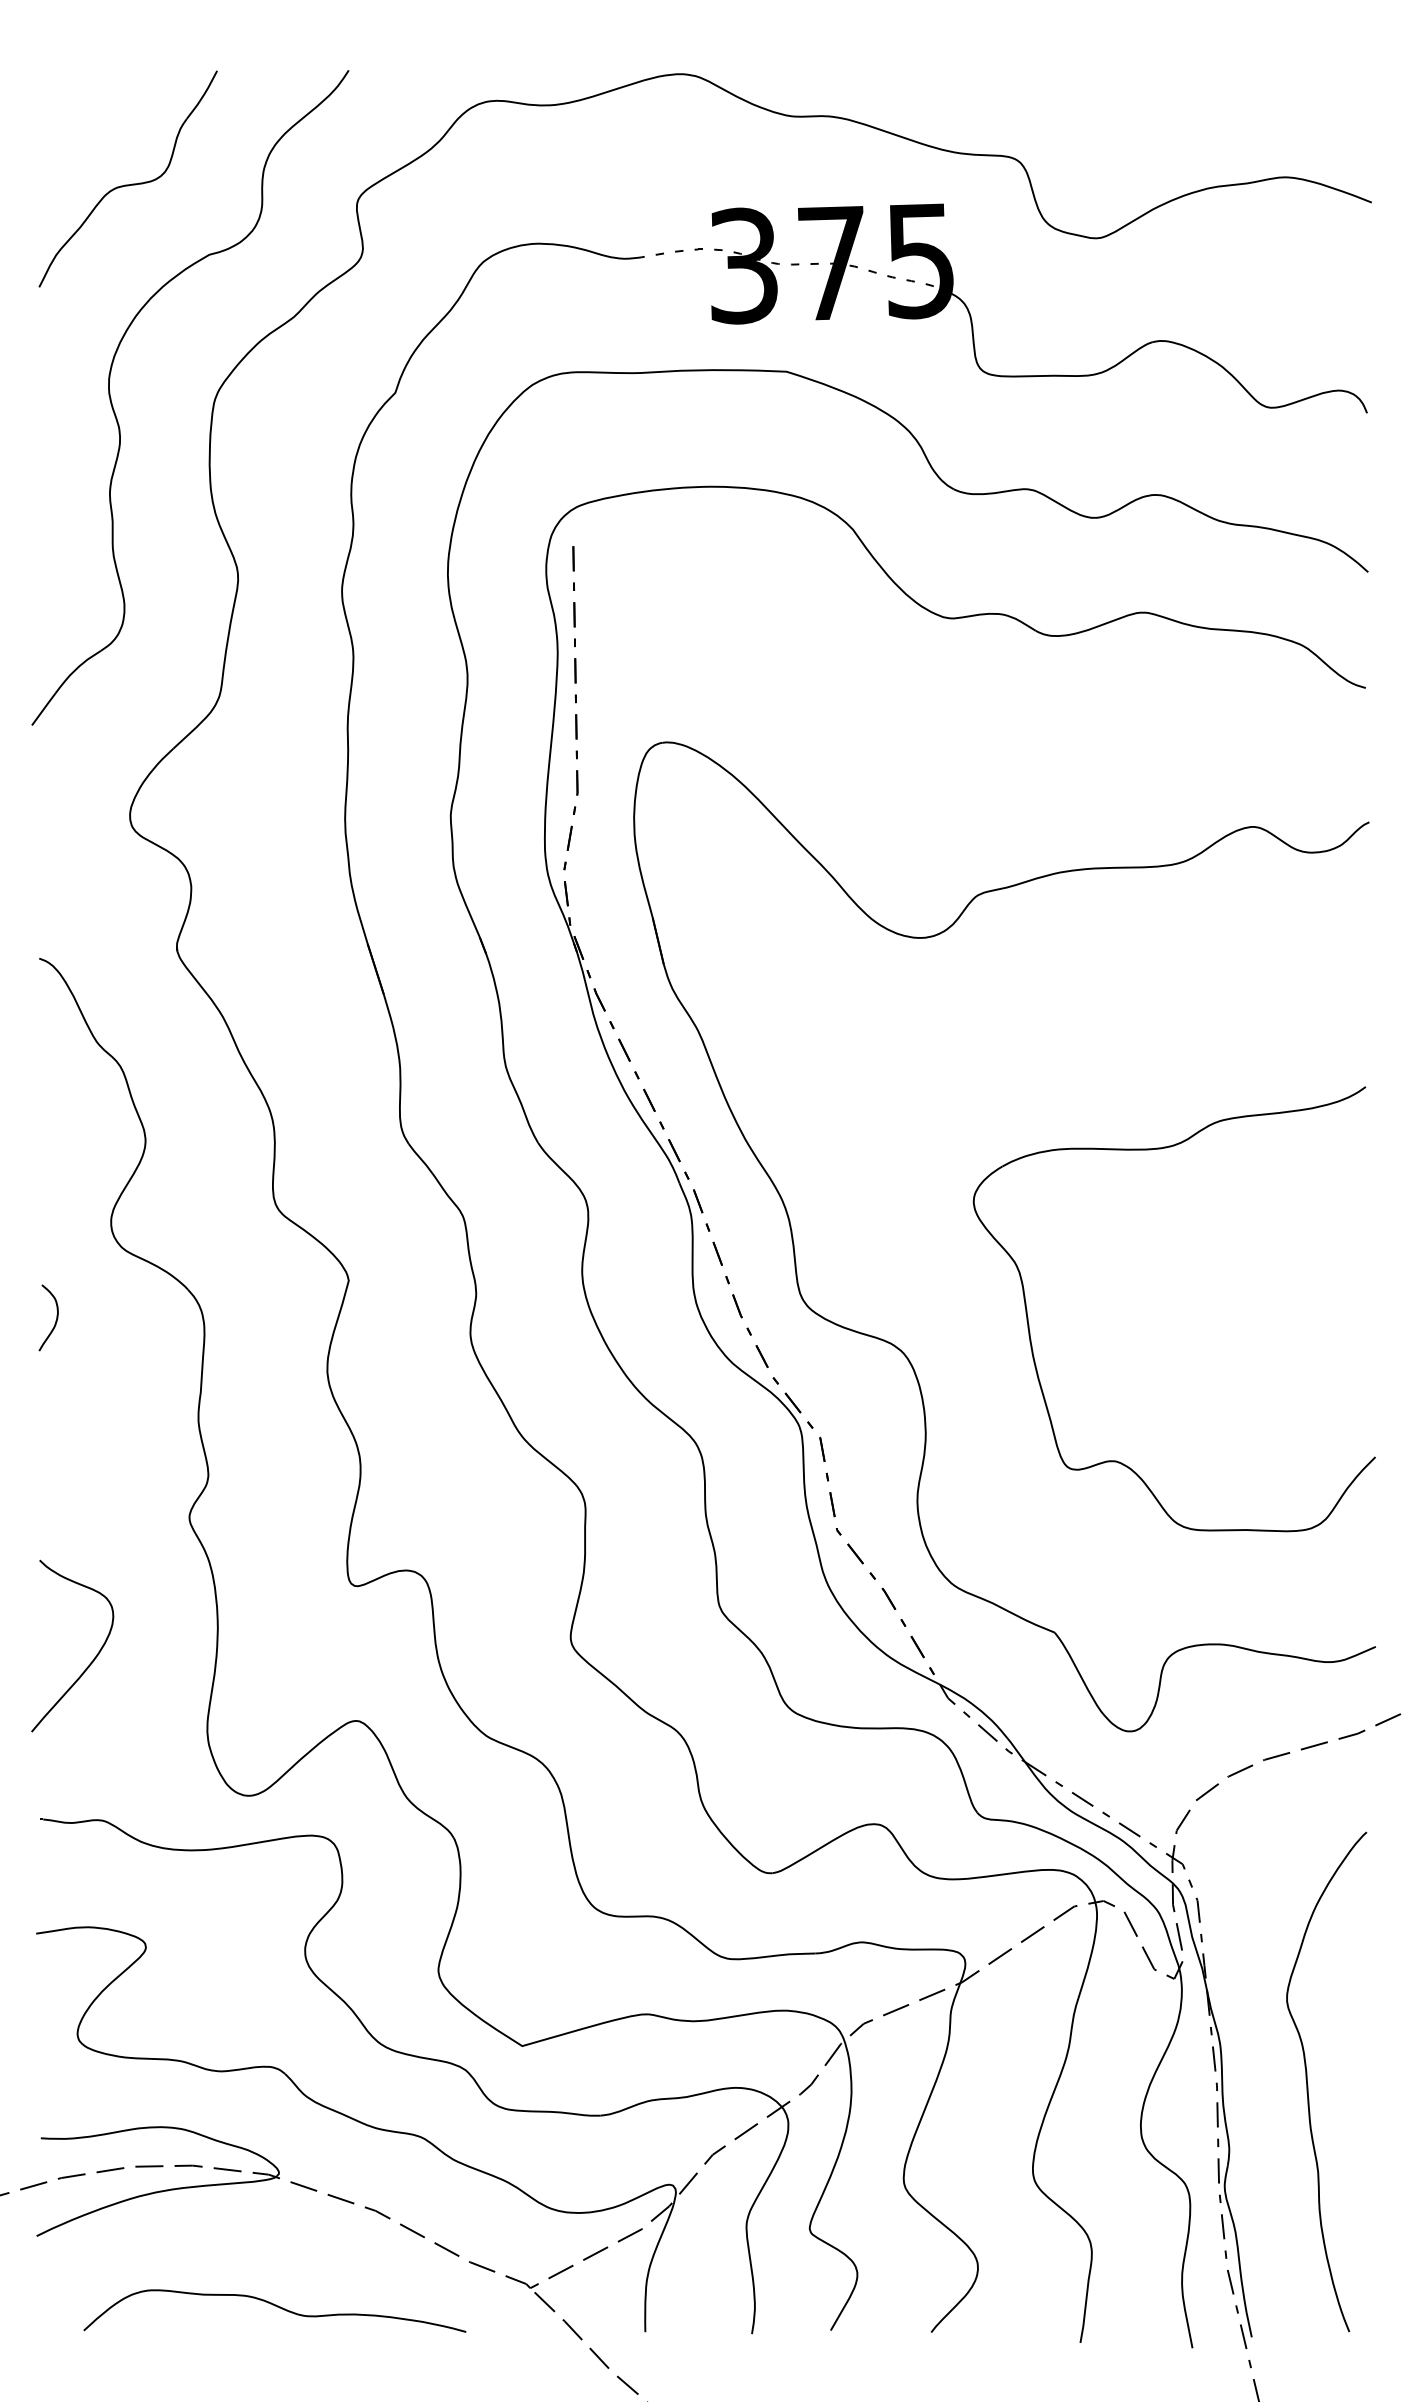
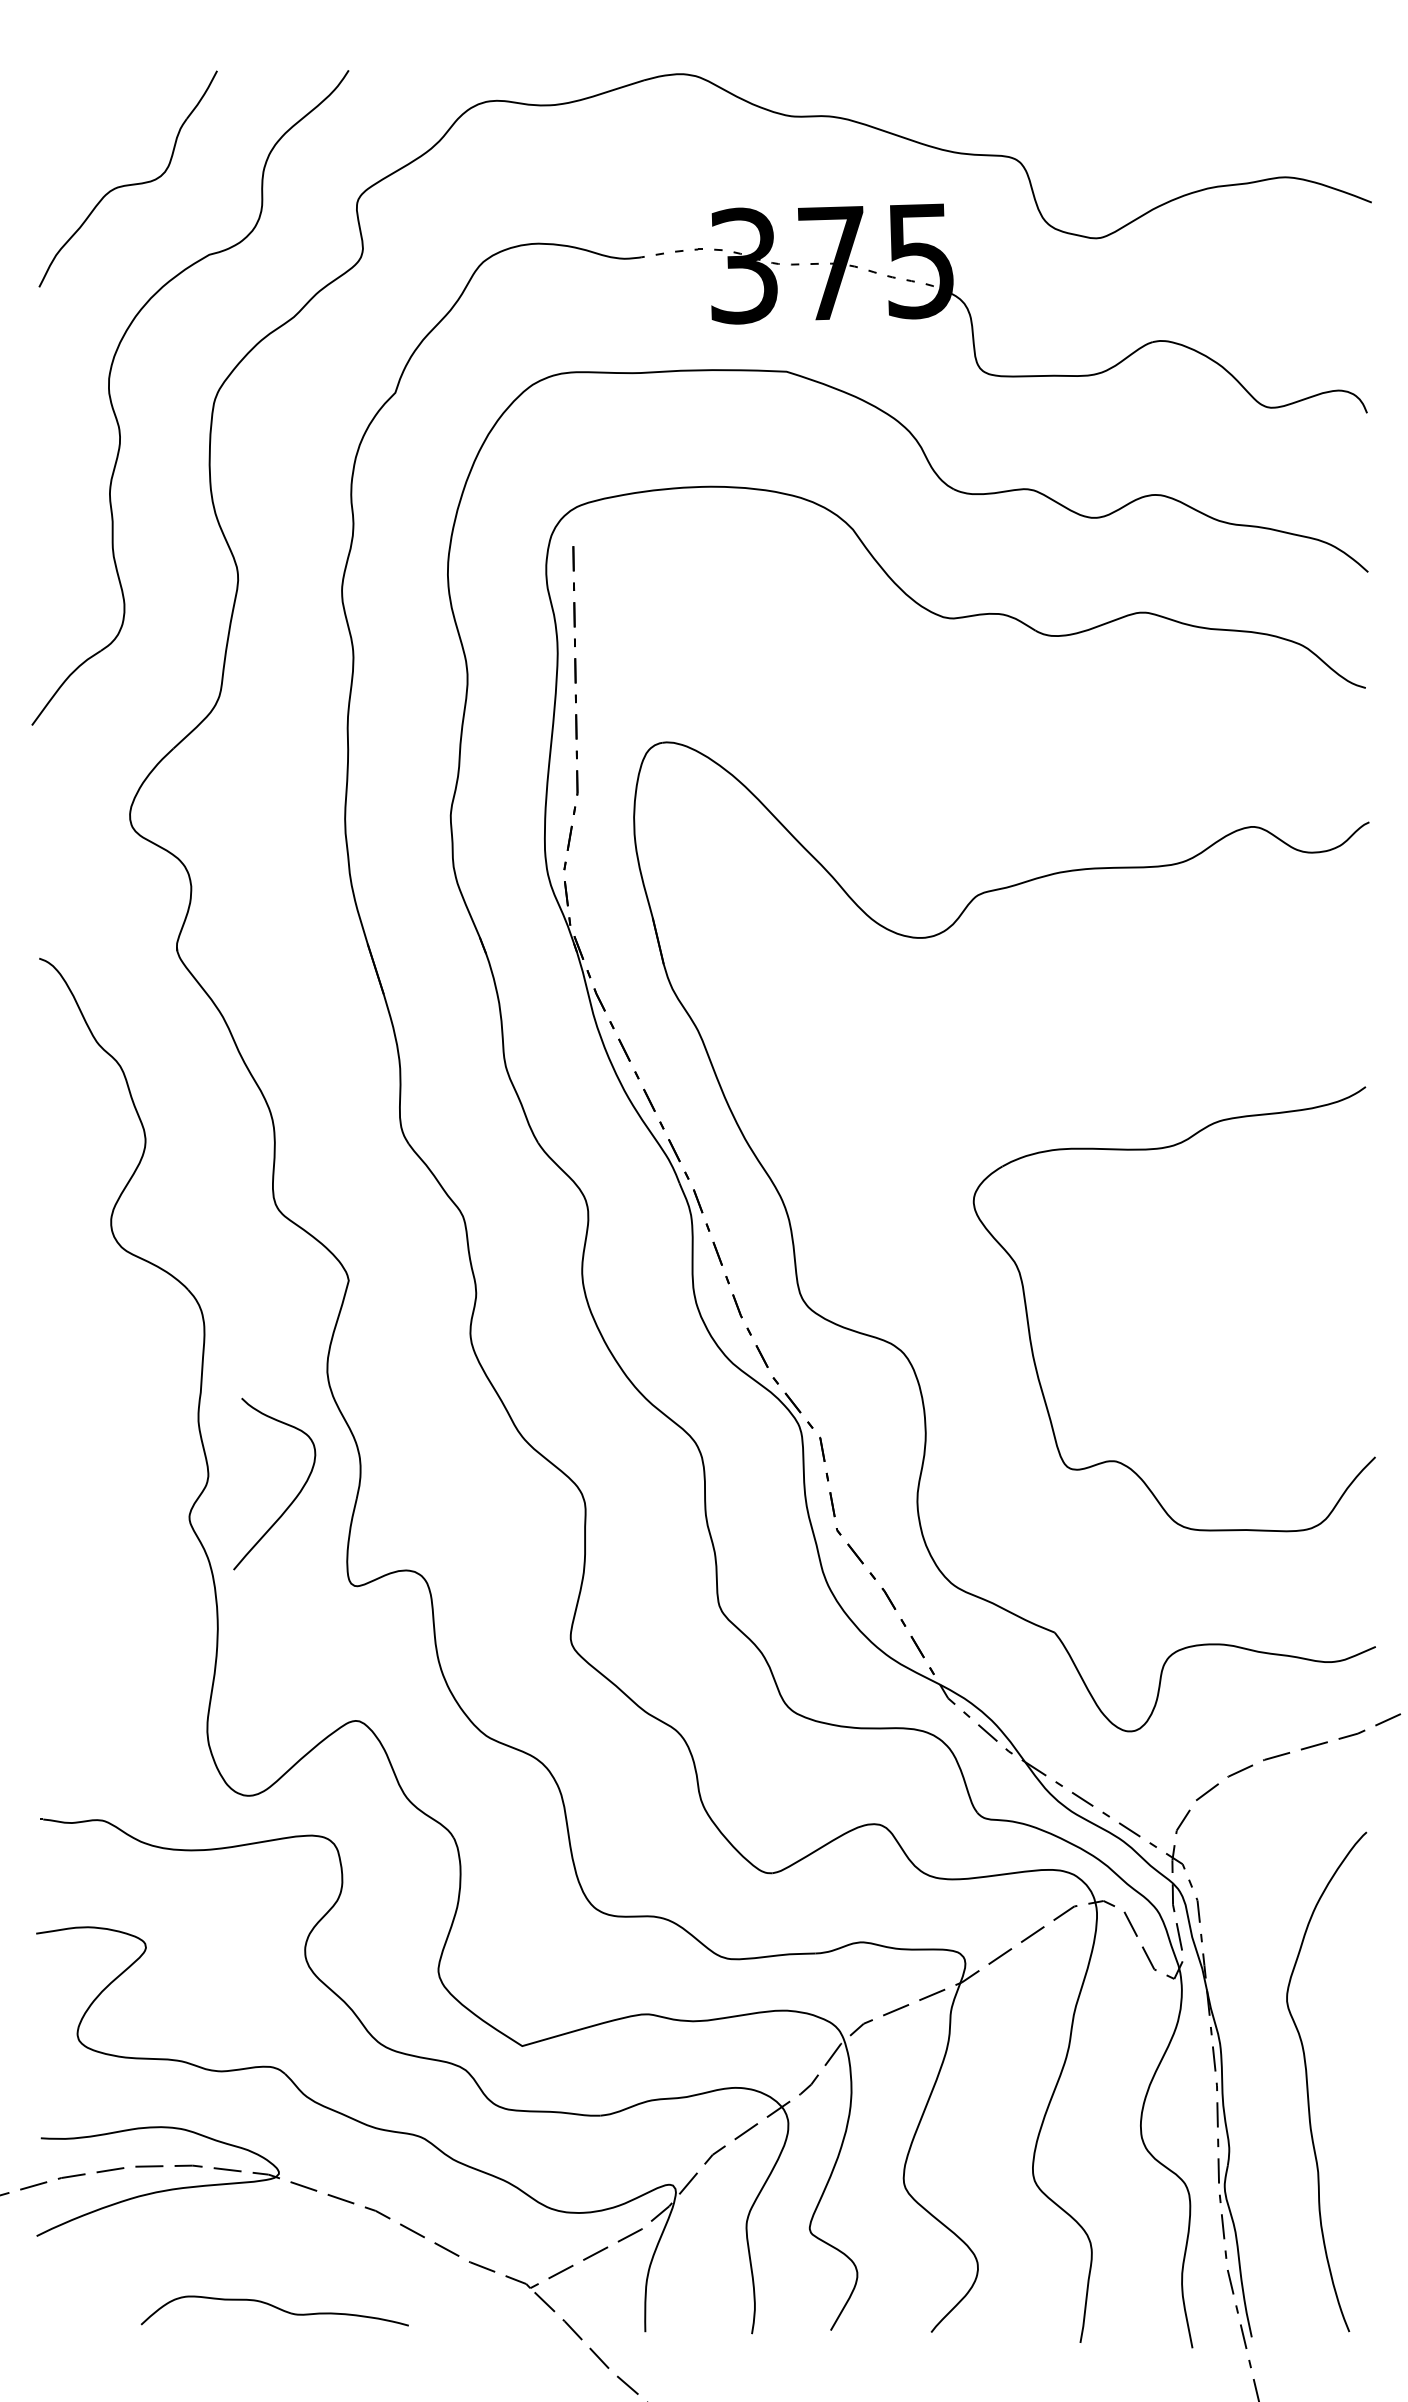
curve at (55, 1320): present -> none
curve at (93, 1658) position: (93, 1658) -> (295, 1496)
part at (274, 2310) size: 384x44 px -> 269x32 px
